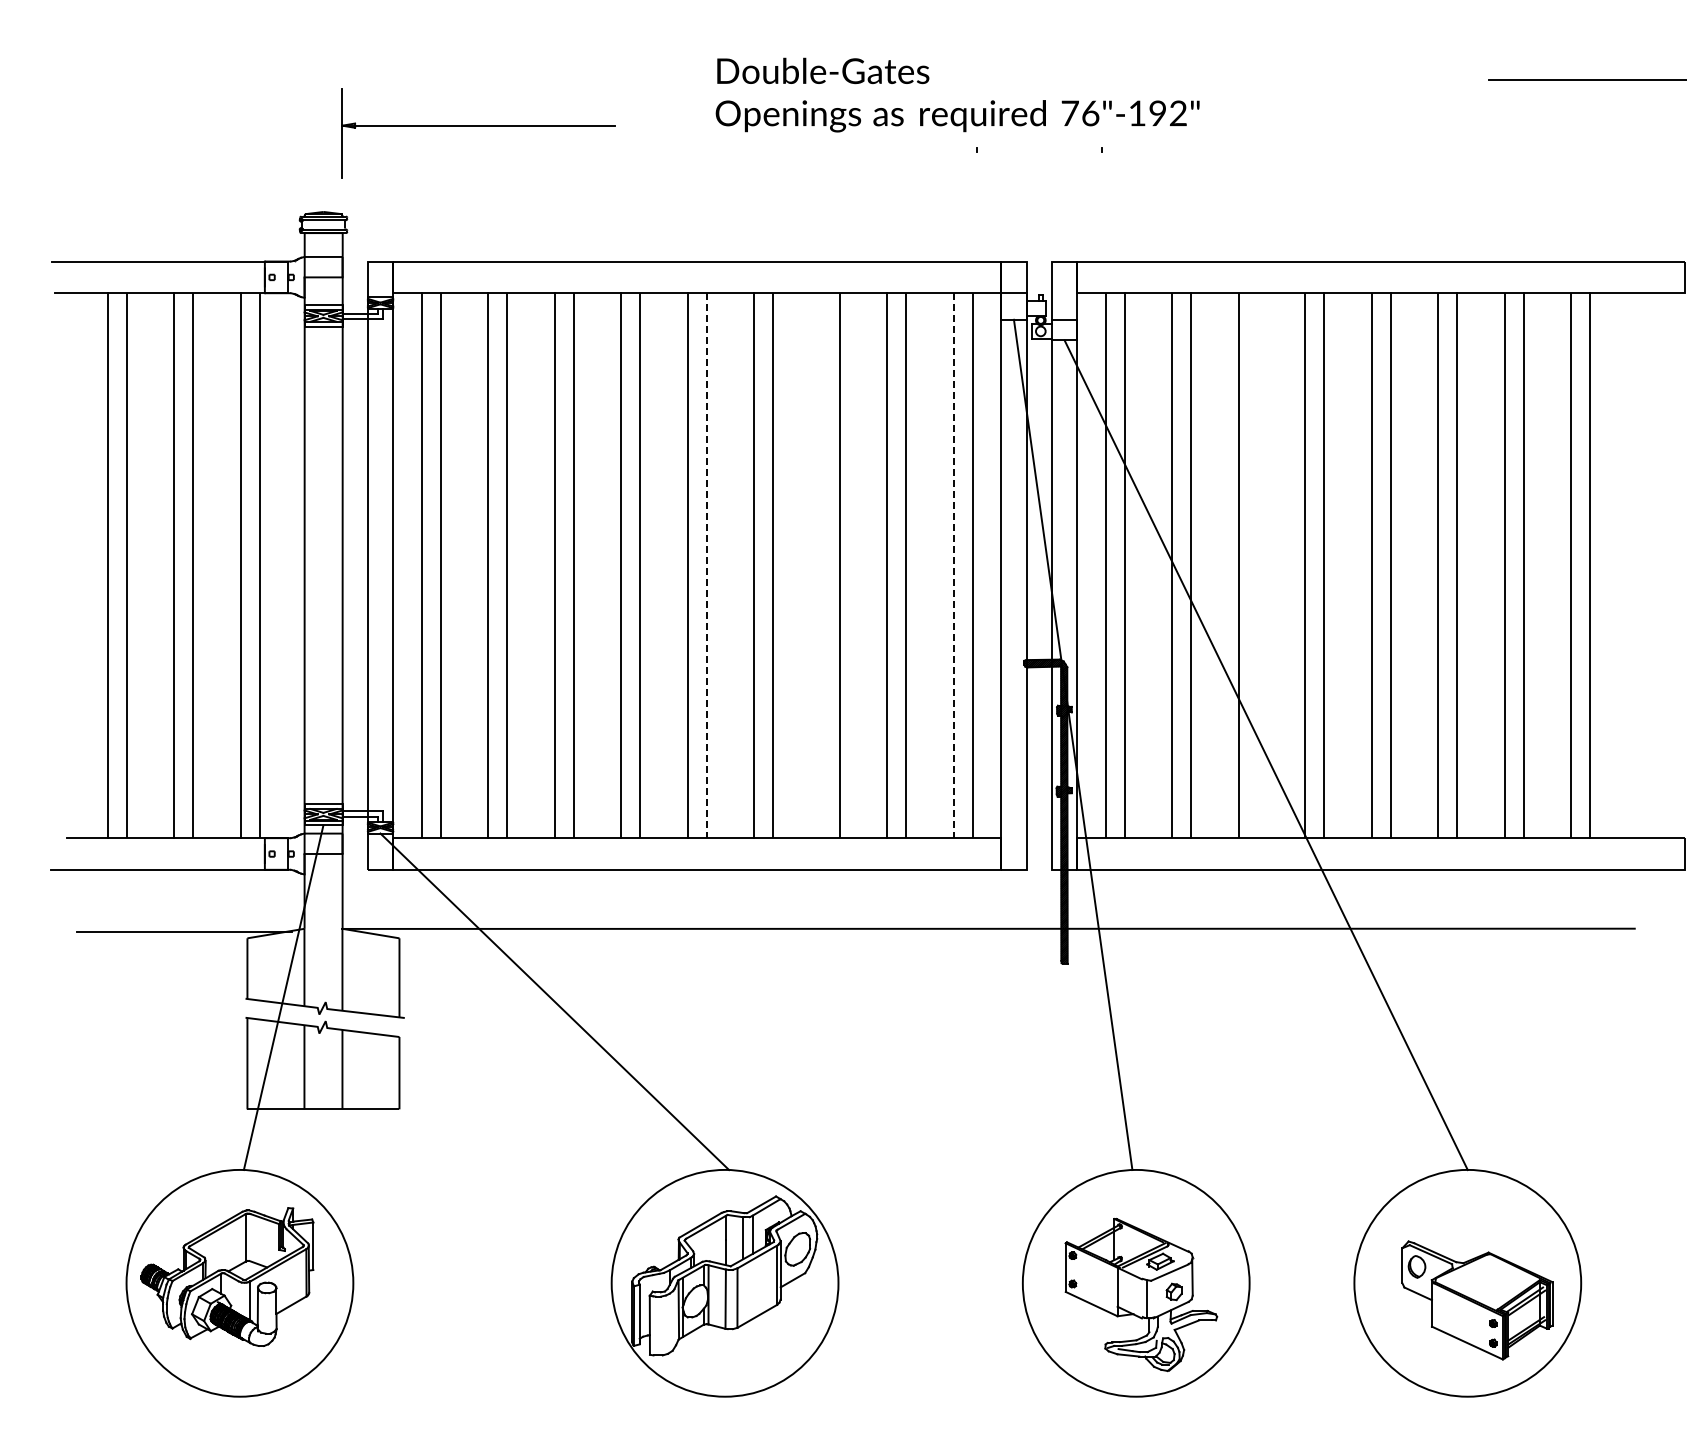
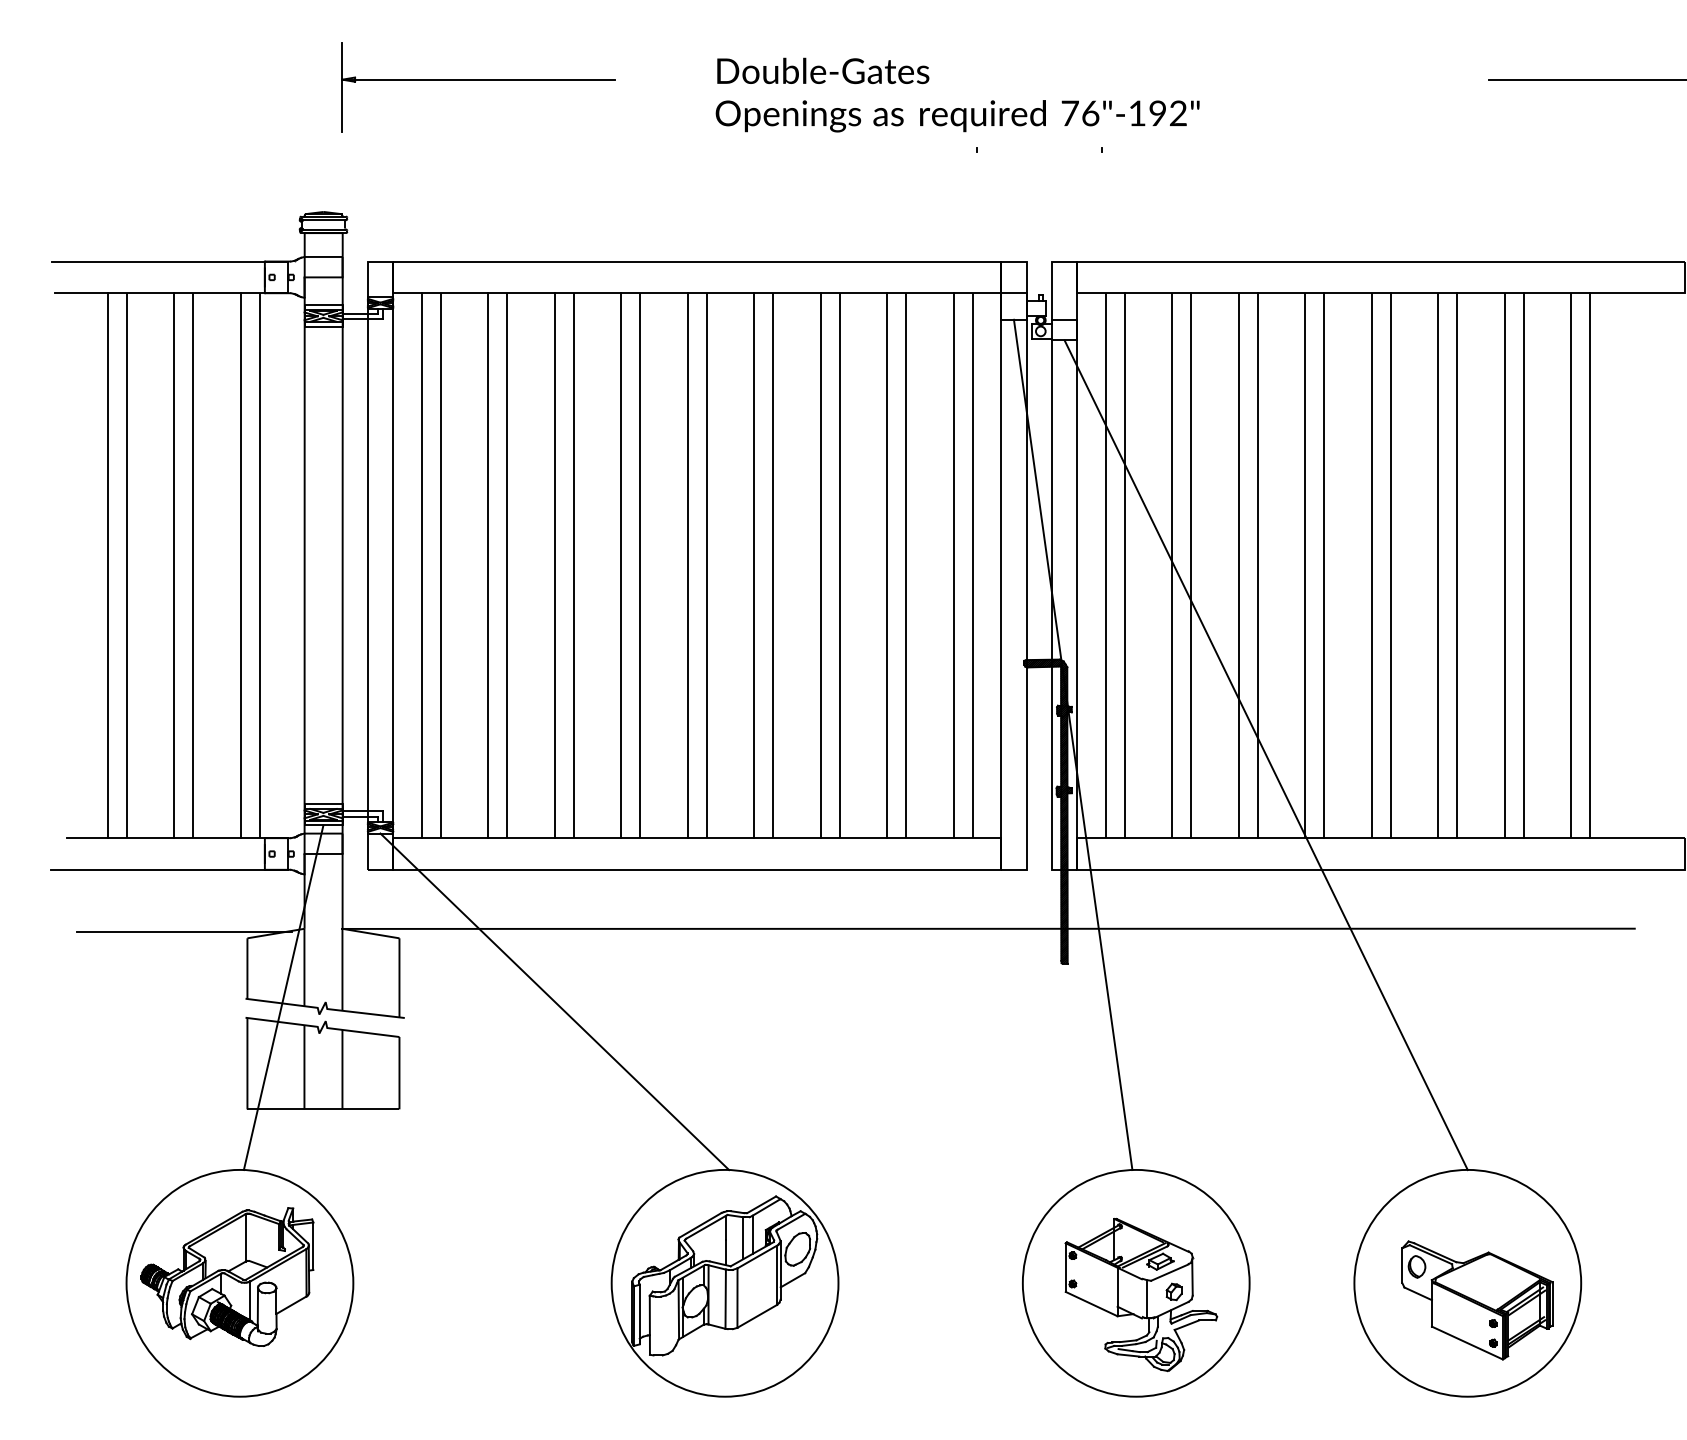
part at (478, 126) position: (478, 126) -> (478, 80)
line at (820, 565): none -> present
line at (1257, 565): none -> present
line at (706, 566): dashed -> solid
line at (953, 566): dashed -> solid
